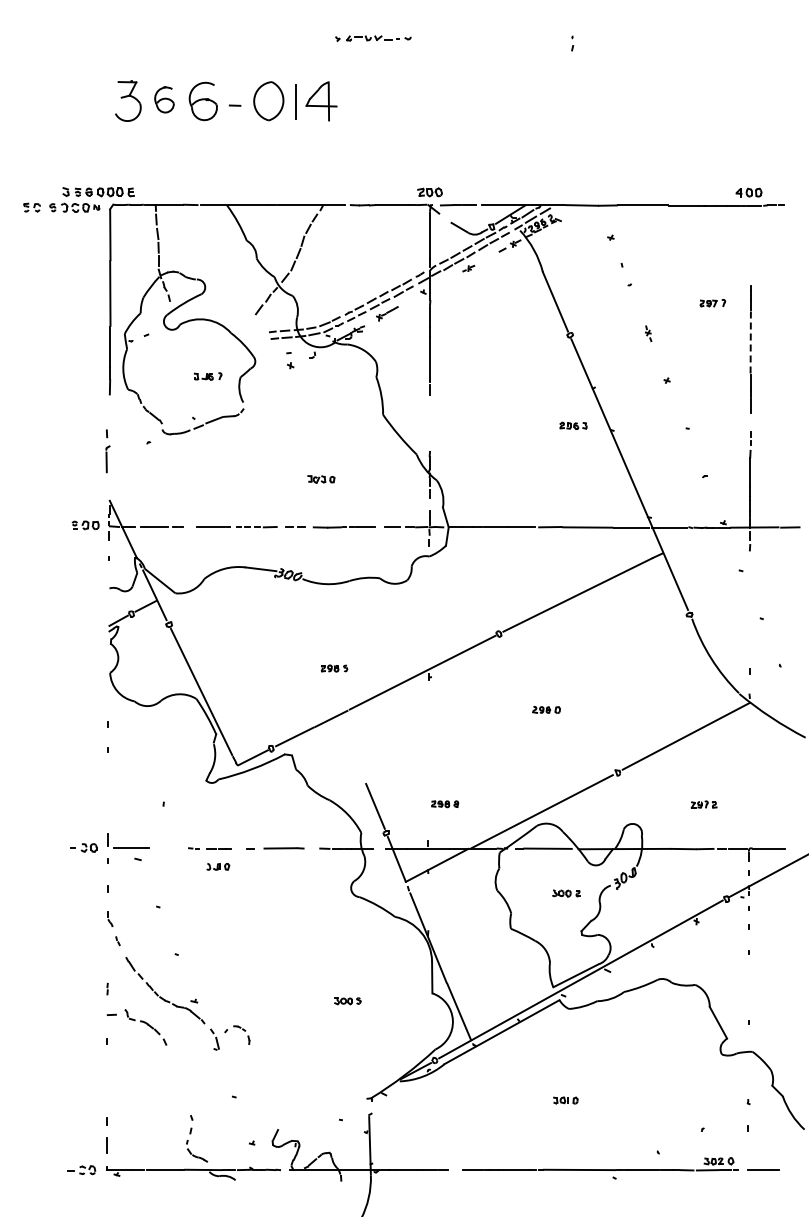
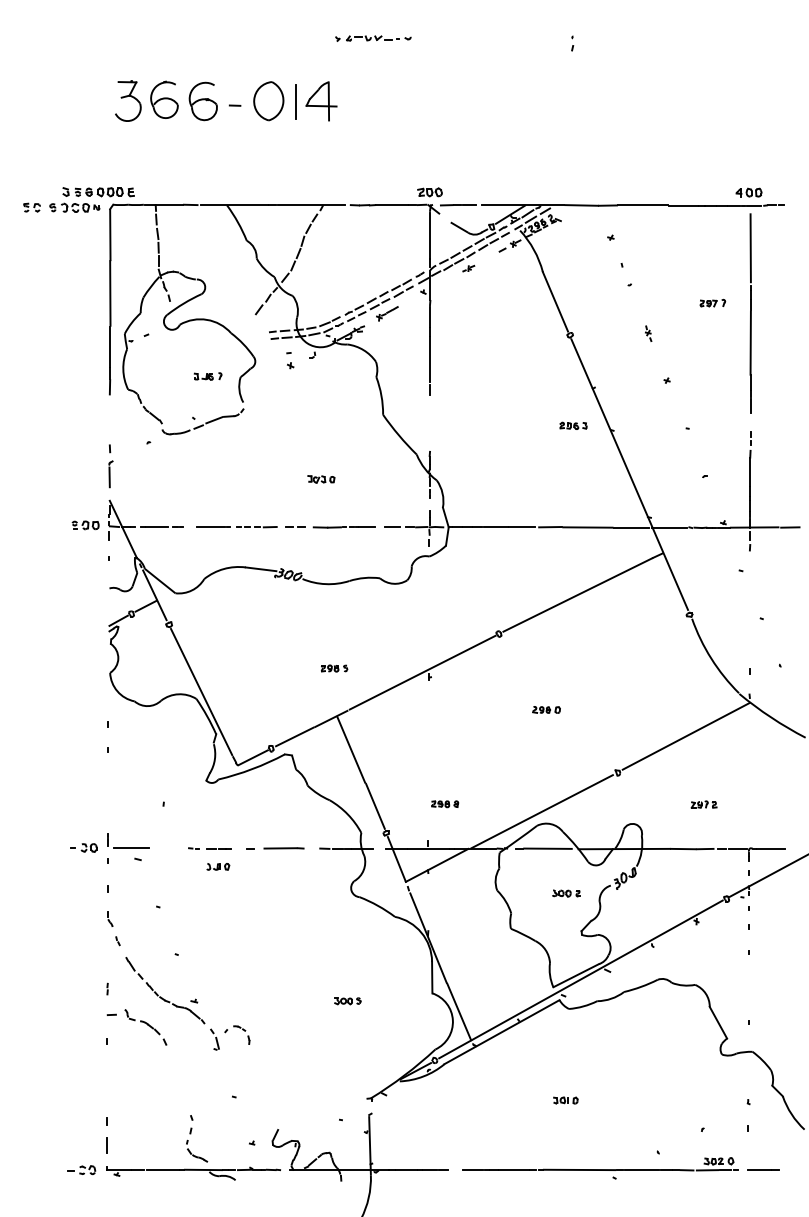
part at (164, 99) size: 21x28 px -> 29x39 px
line at (750, 248): none -> present
line at (750, 343): dashed -> solid
part at (107, 451) position: (107, 451) -> (110, 466)
line at (351, 749): none -> present
